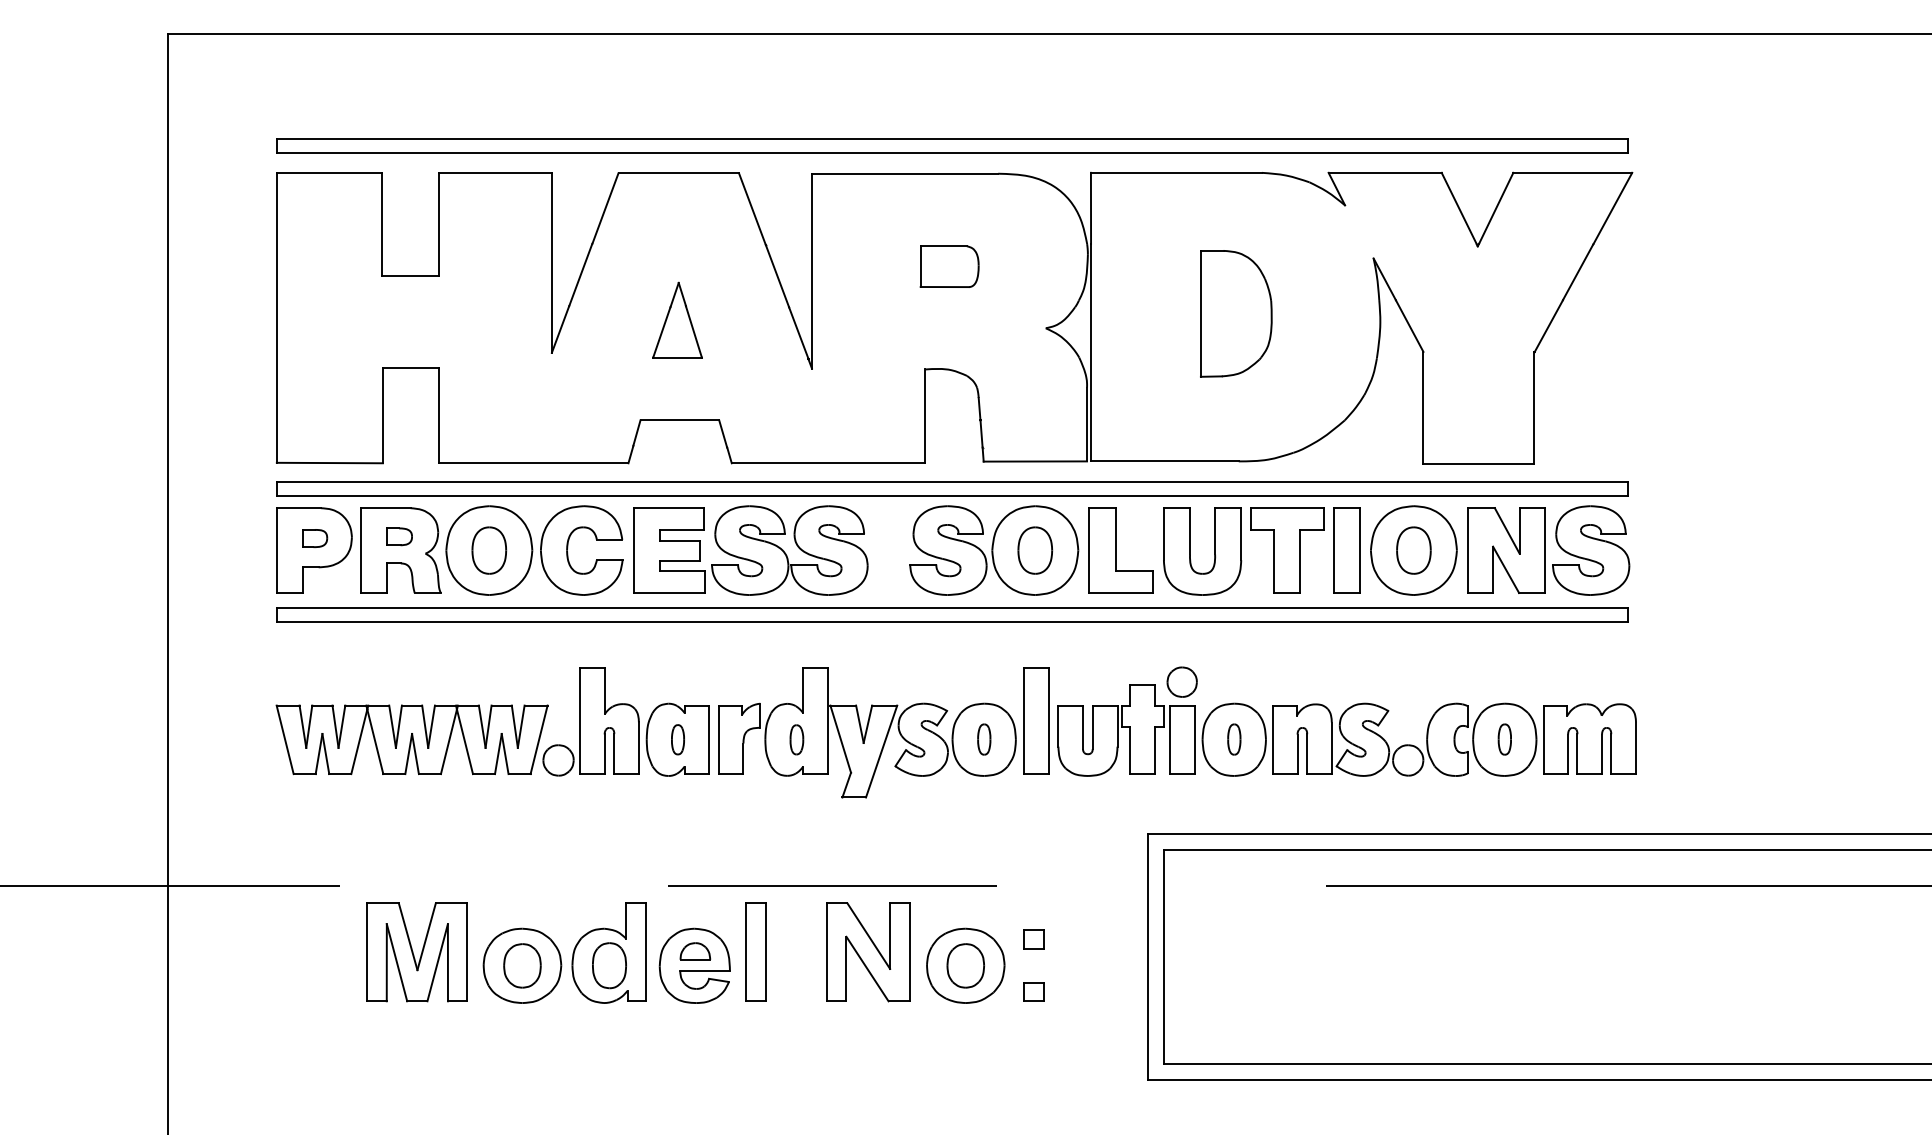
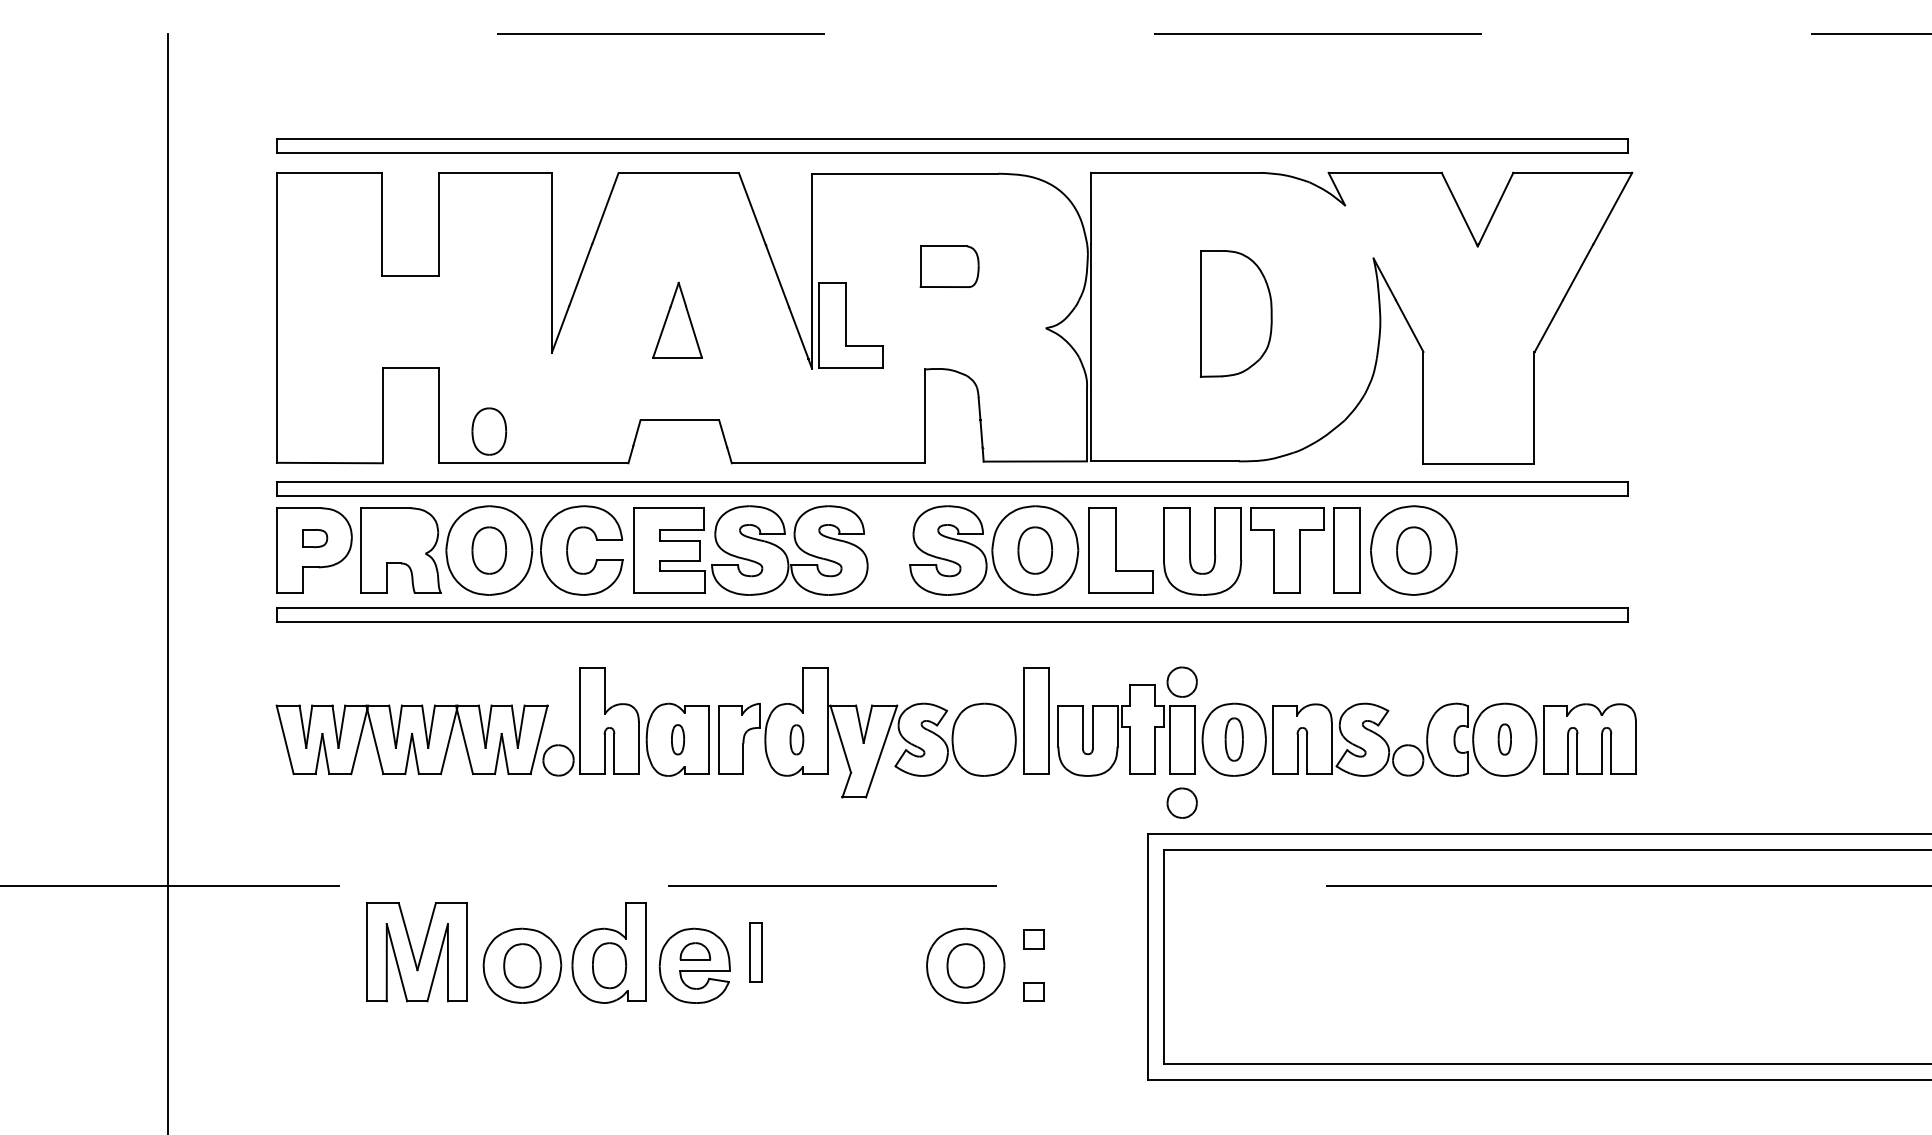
line at (1049, 34): solid -> dashed
part at (850, 325): none -> present
part at (489, 431): none -> present
part at (399, 536): present -> none
part at (1548, 550): present -> none
part at (984, 739): present -> none
part at (1234, 739) size: 15x33 px -> 20x45 px
part at (1181, 802): none -> present
part at (755, 951) size: 22x100 px -> 14x61 px
part at (868, 952): present -> none
